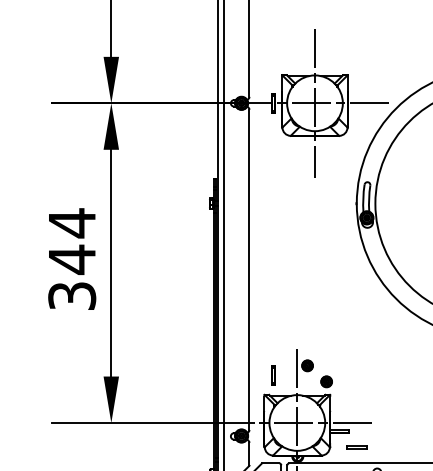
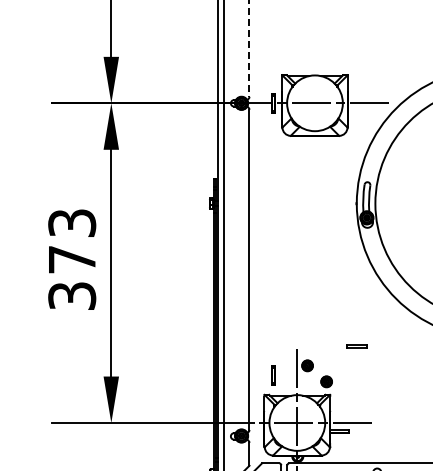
line at (249, 48): solid -> dashed
line at (314, 102): present -> none
text at (72, 241): 344 -> 373
line at (356, 446) position: (356, 446) -> (356, 345)
